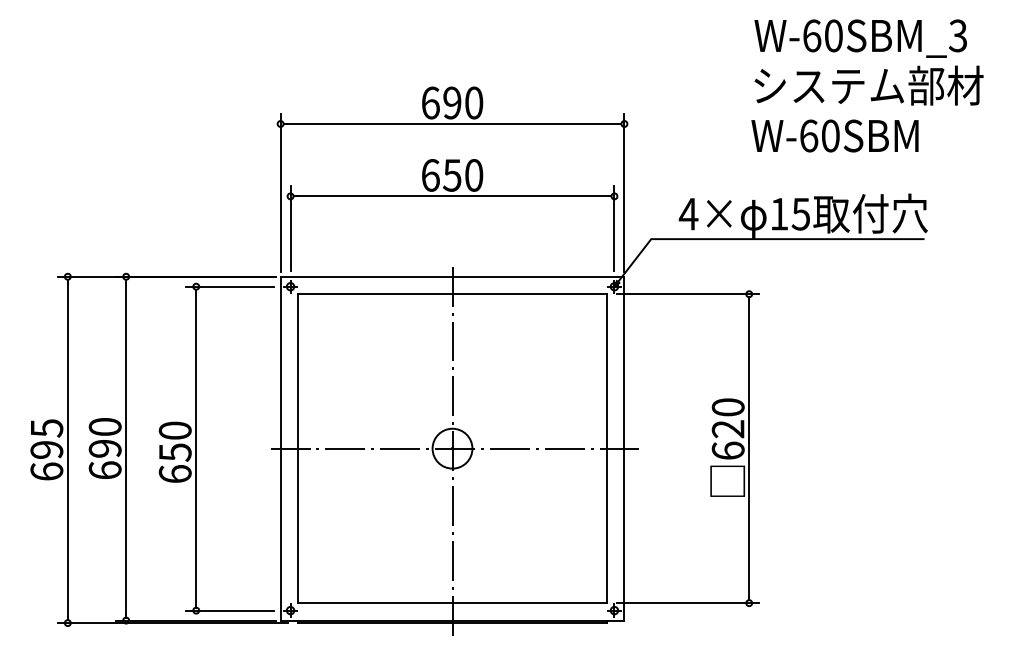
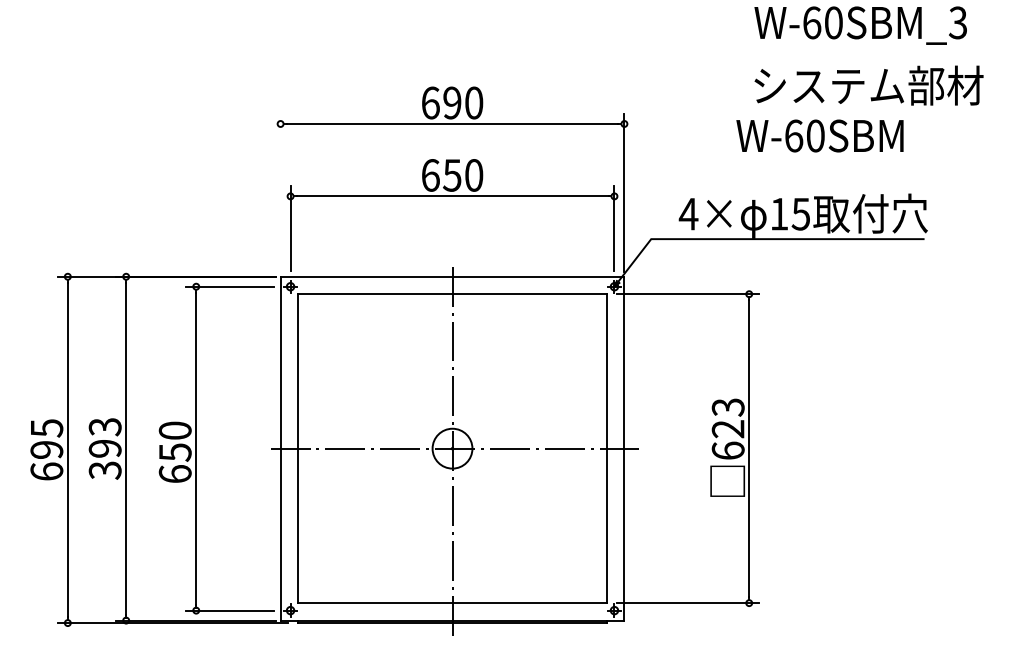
text at (860, 38) position: (860, 38) -> (860, 25)
text at (834, 135) position: (834, 135) -> (819, 135)
line at (280, 192): present -> none
text at (727, 407): 620 -> 623
text at (104, 448): 690 -> 393
